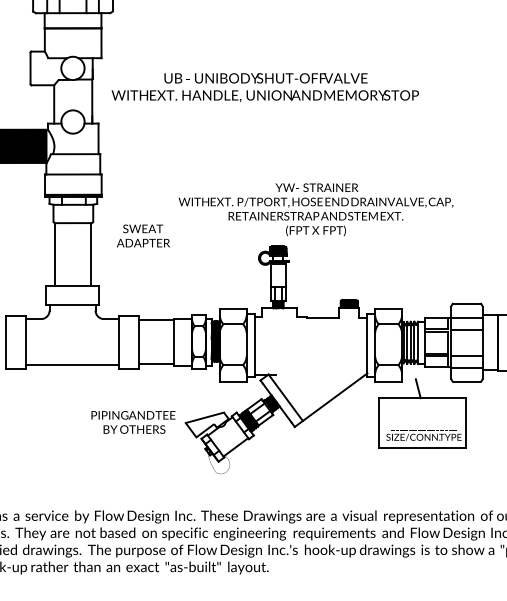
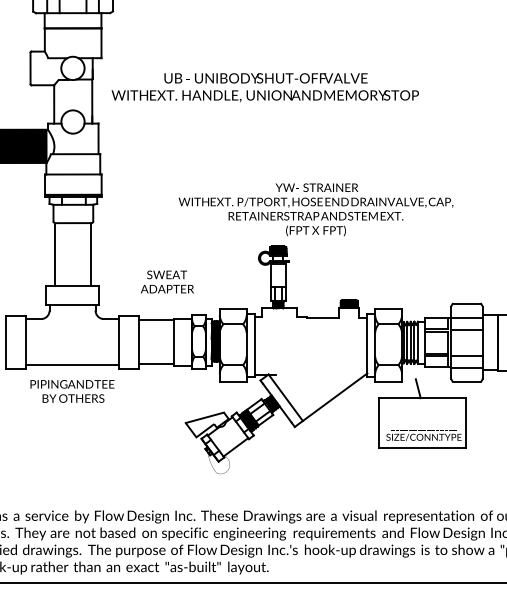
text at (143, 235) position: (143, 235) -> (167, 281)
text at (133, 422) position: (133, 422) -> (72, 391)
line at (252, 582): none -> present
